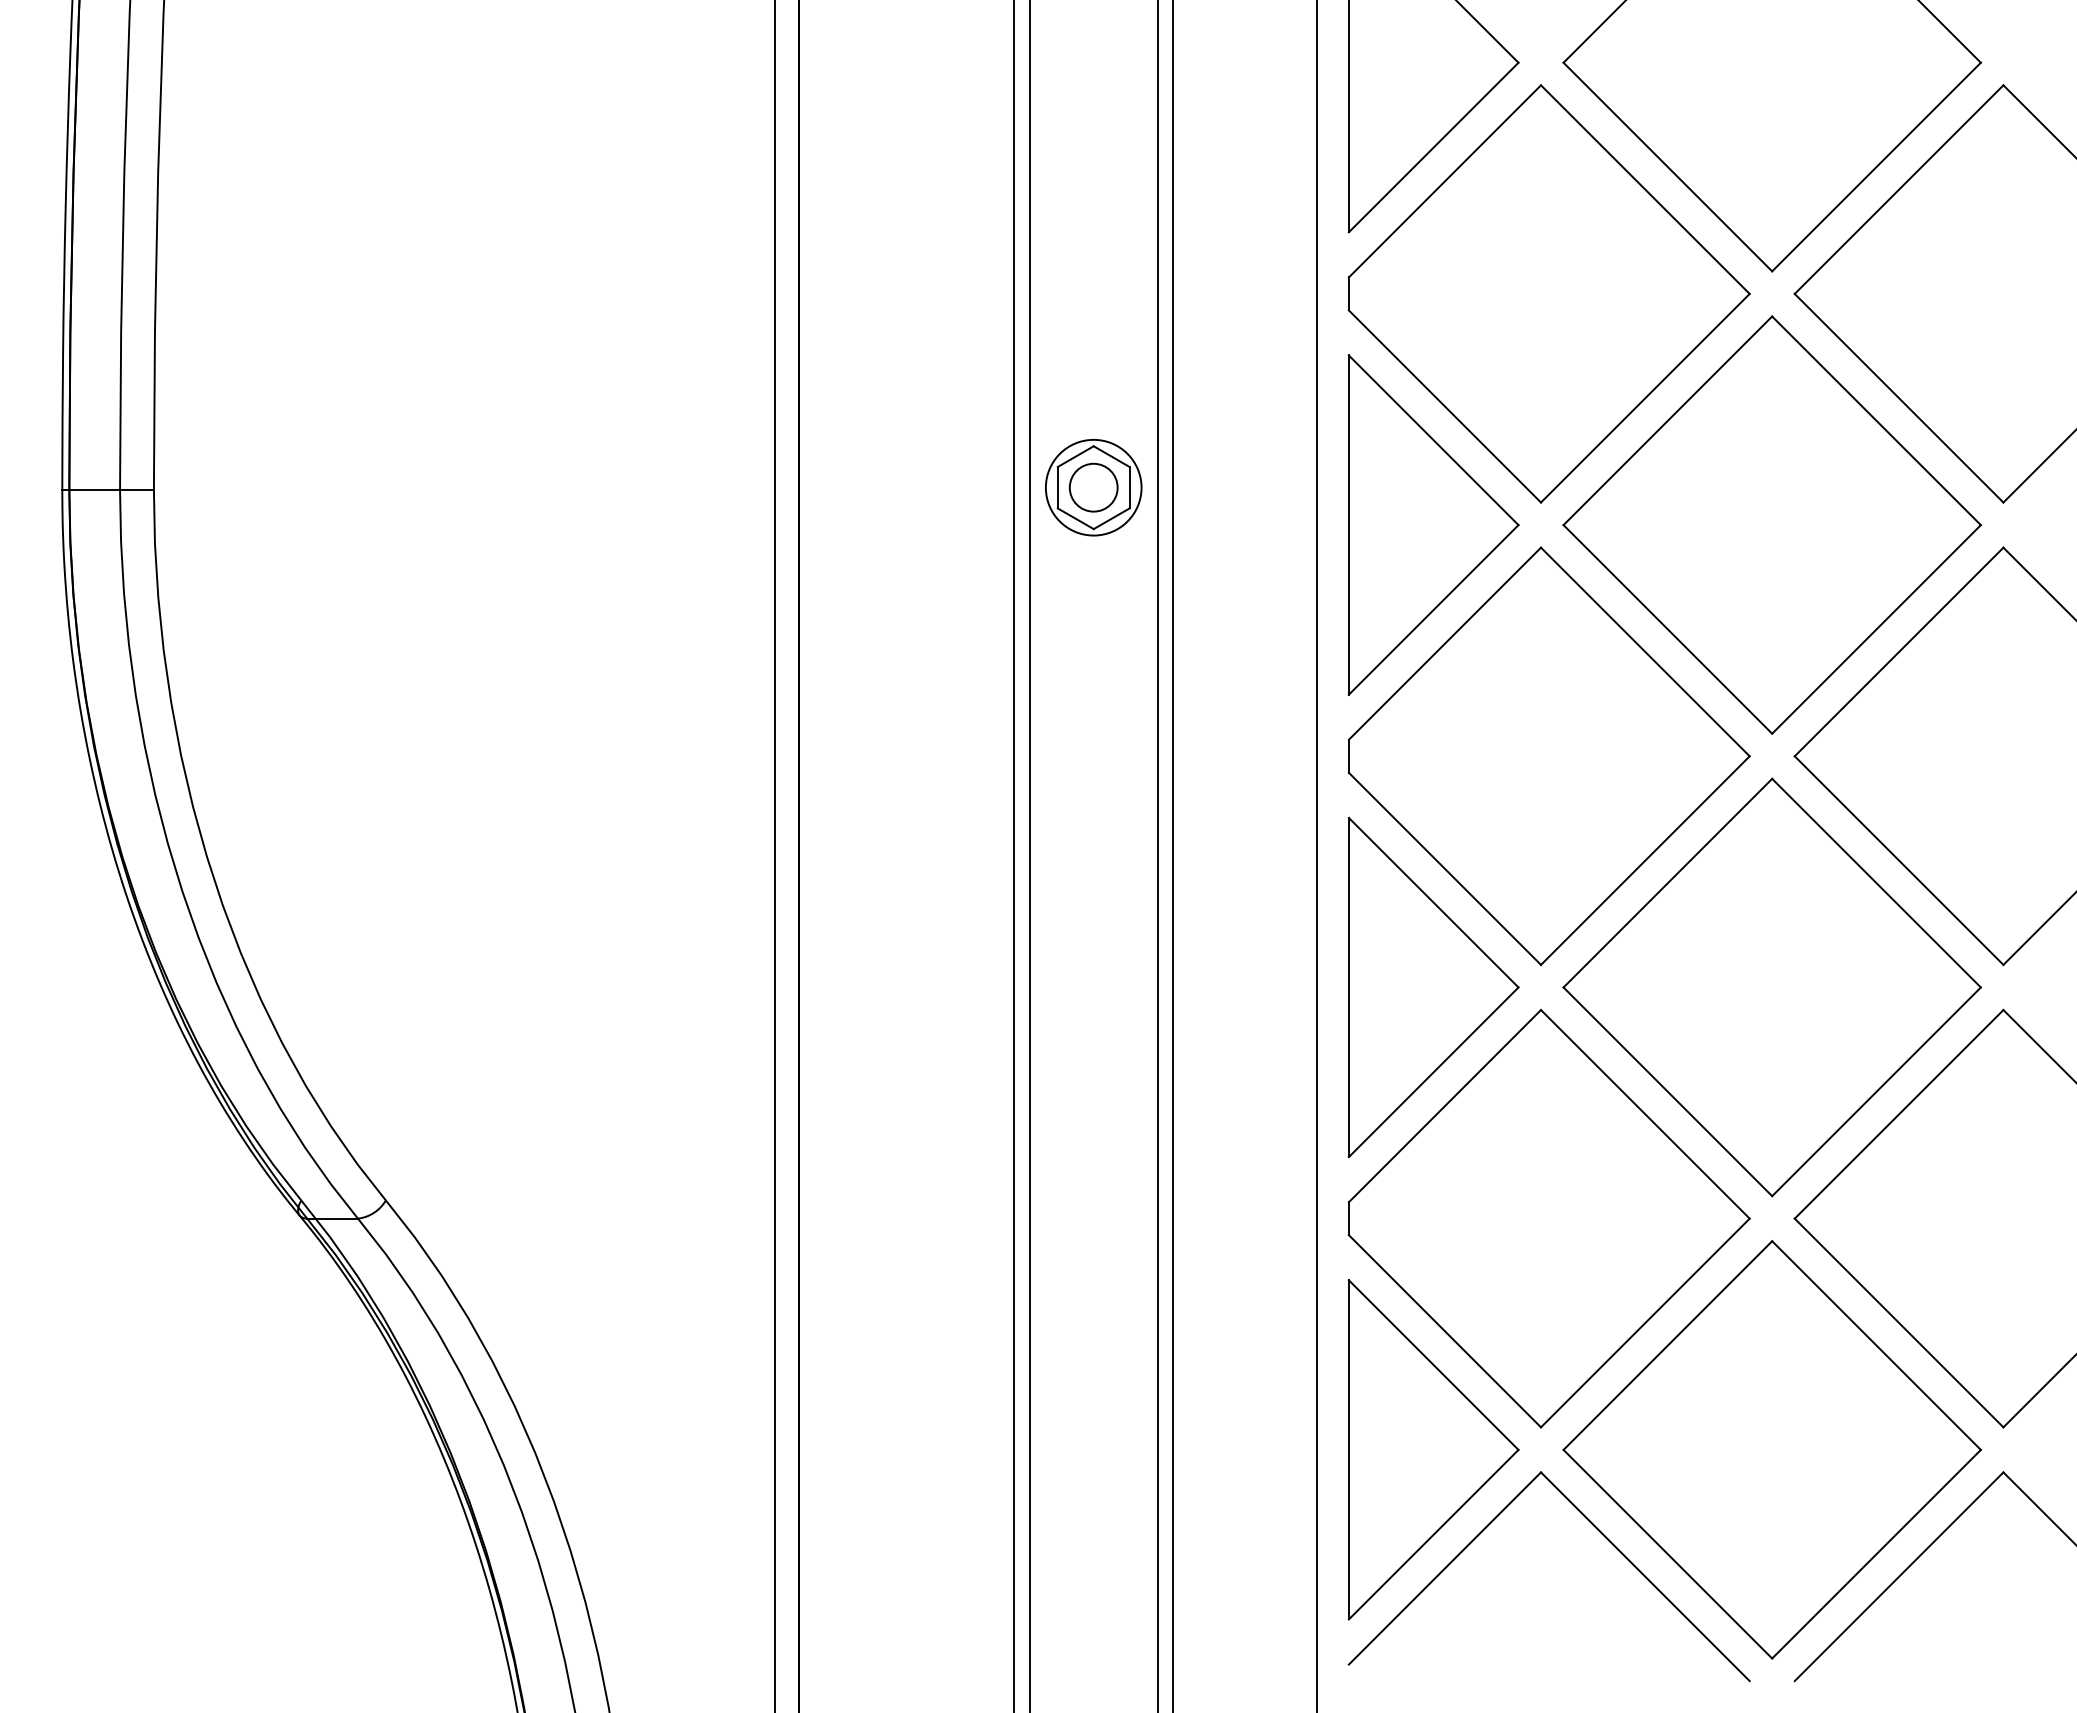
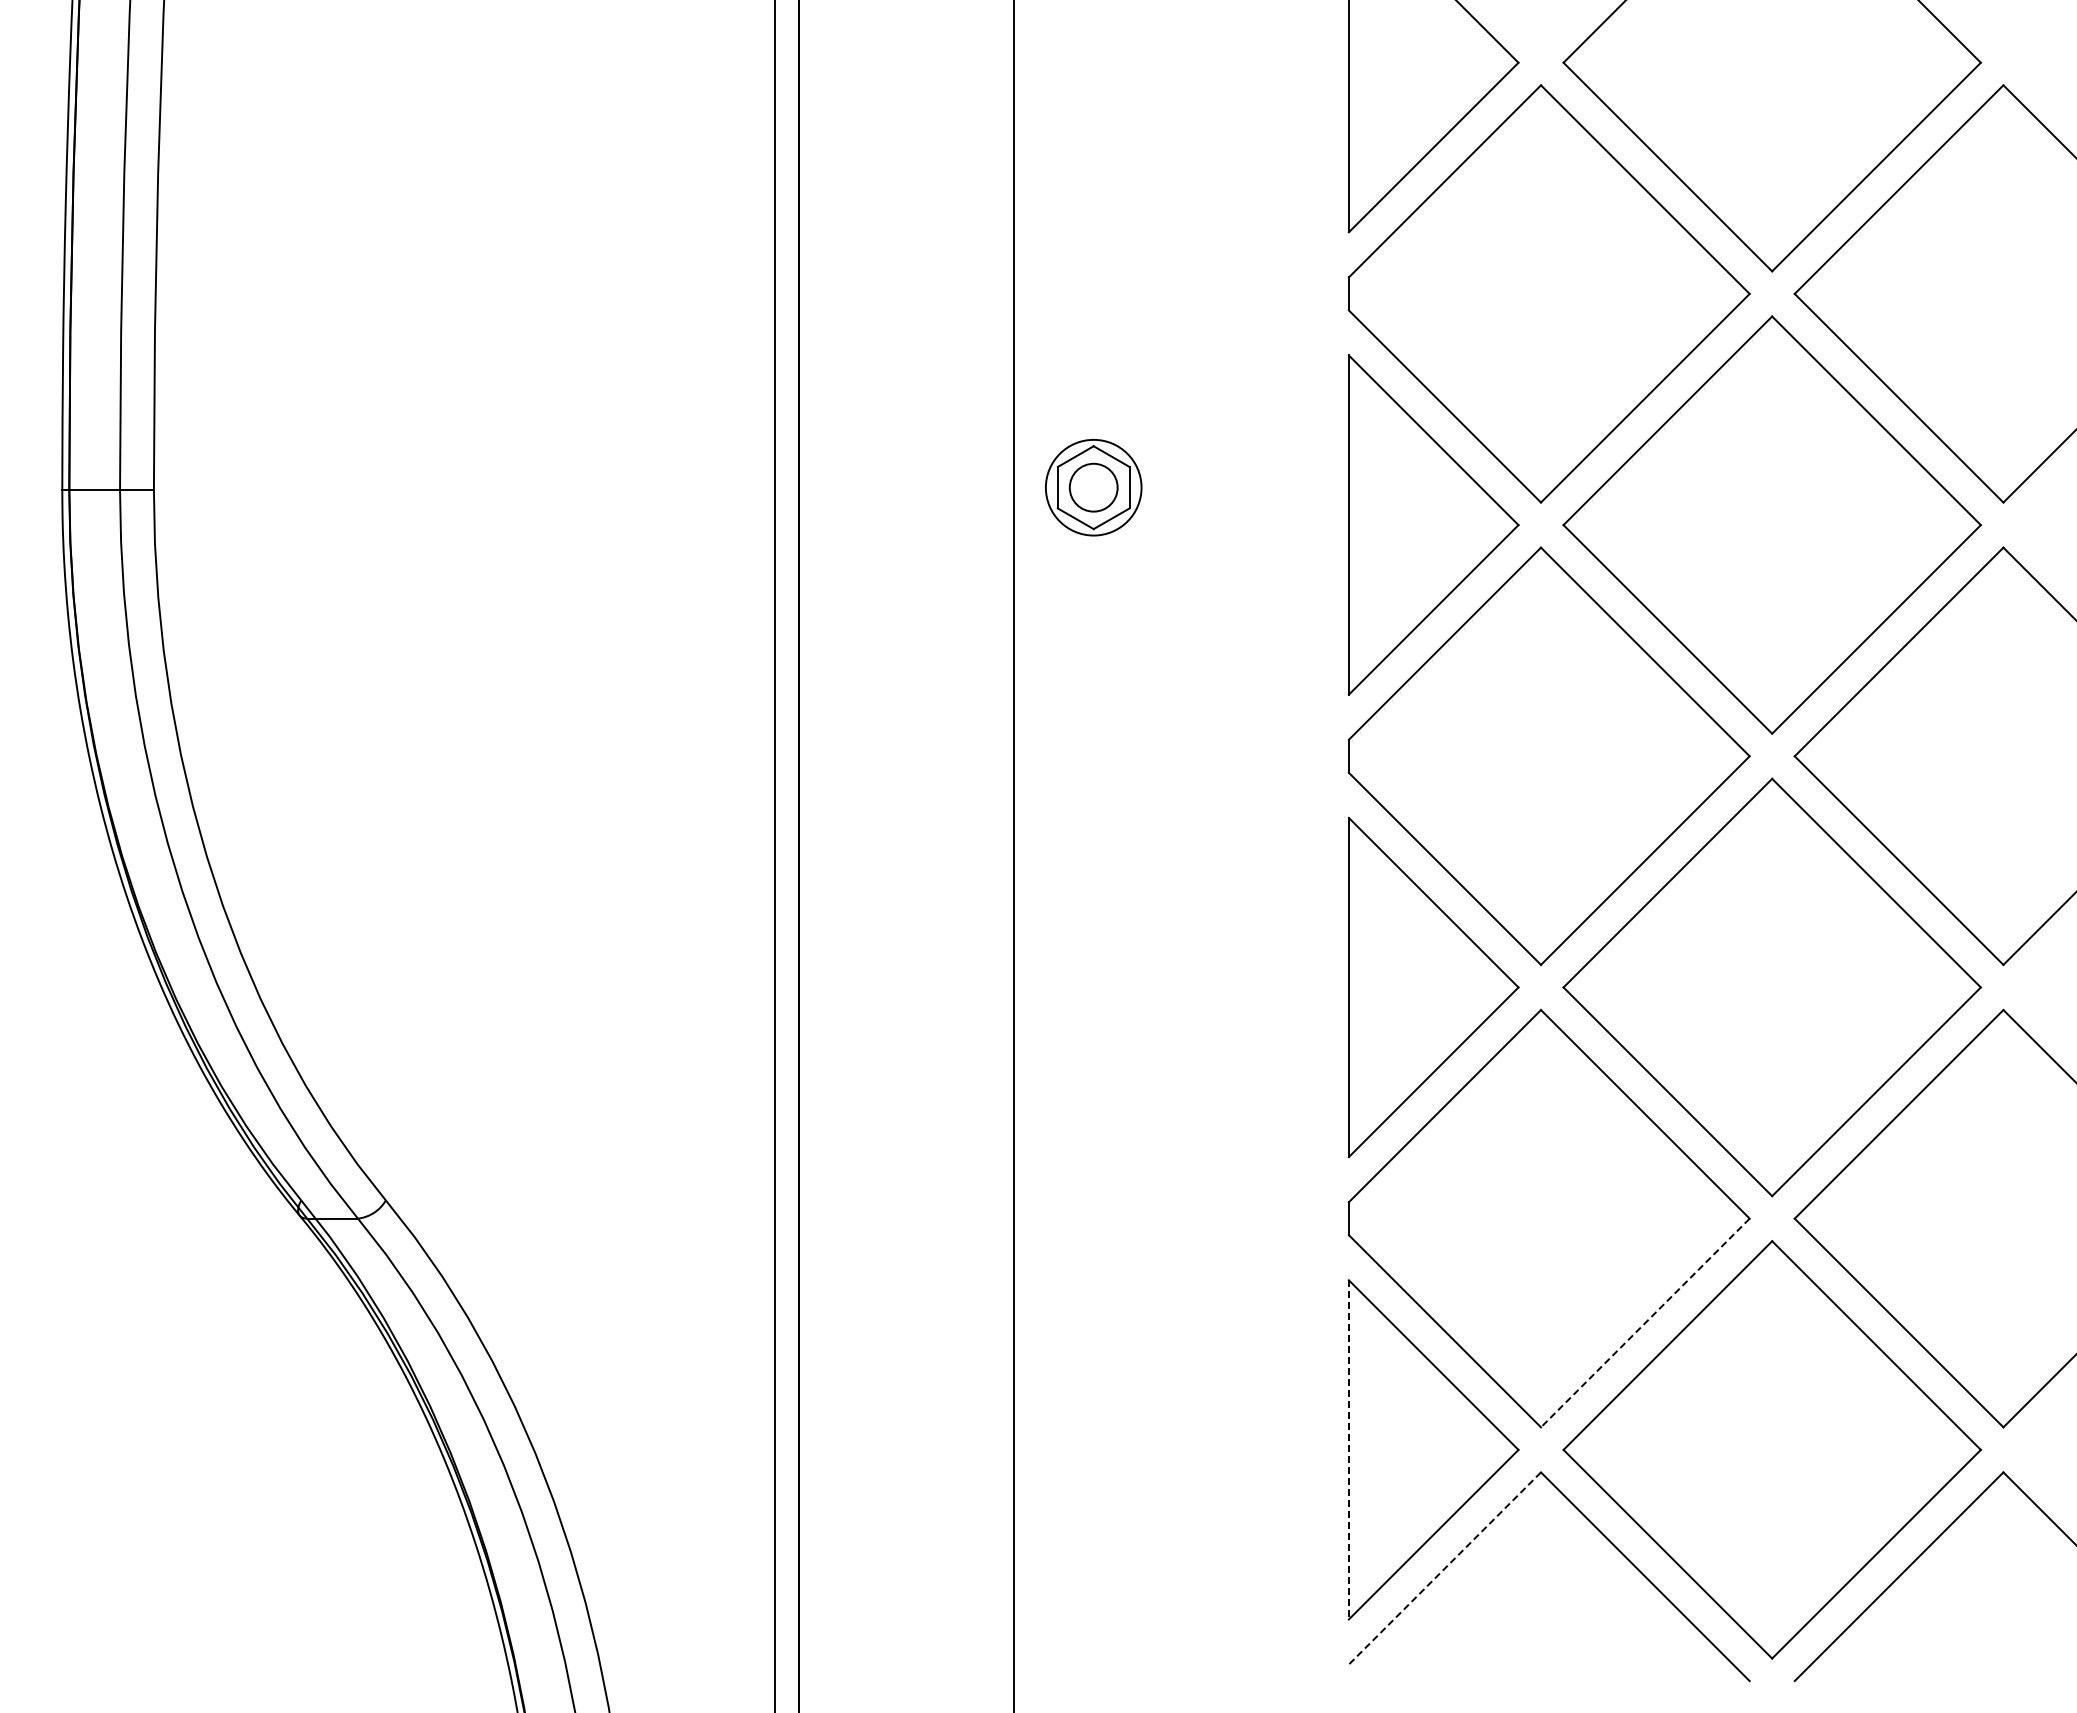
line at (1029, 855): present -> none
line at (1157, 855): present -> none
line at (1173, 855): present -> none
line at (1317, 855): present -> none
line at (1645, 1323): solid -> dashed
line at (1348, 1449): solid -> dashed
line at (1444, 1568): solid -> dashed
